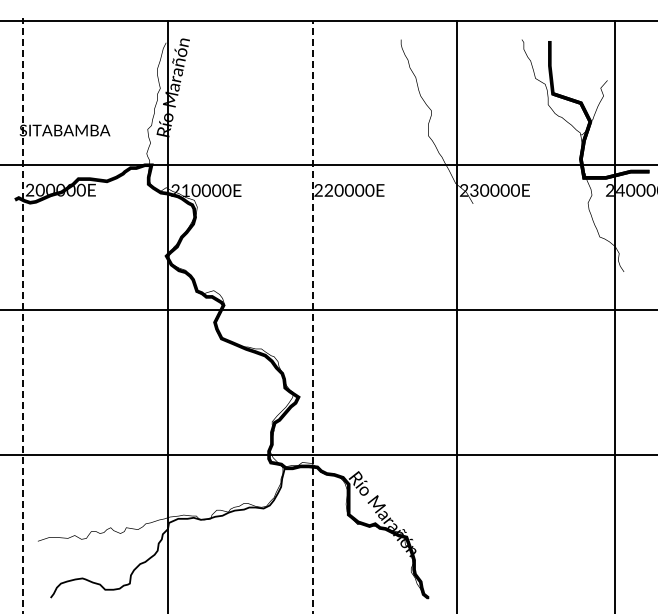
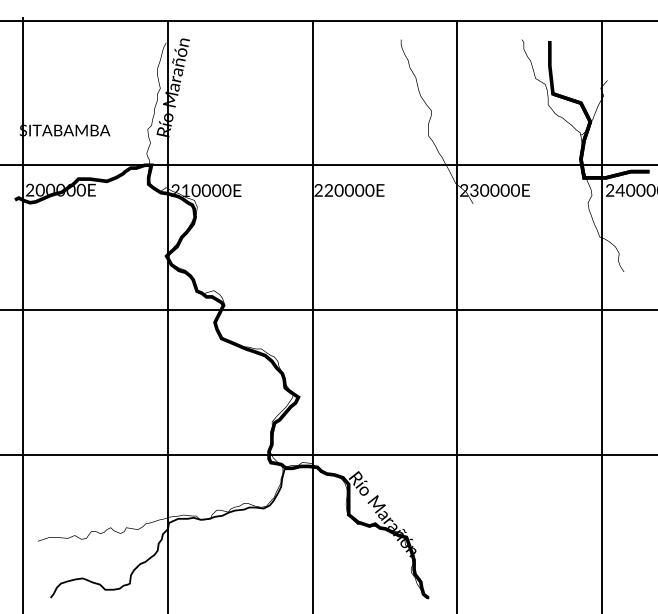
line at (23, 315): dashed -> solid
line at (615, 315) position: (615, 315) -> (602, 315)
line at (312, 316): dashed -> solid
